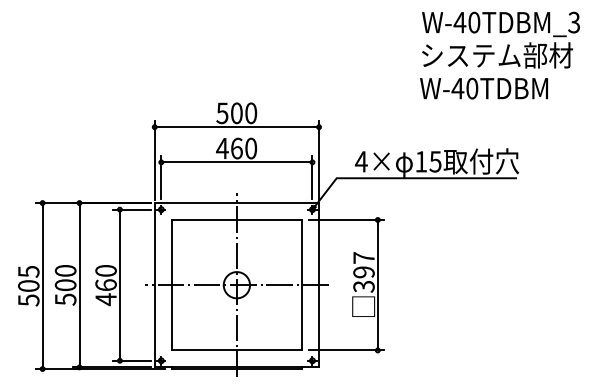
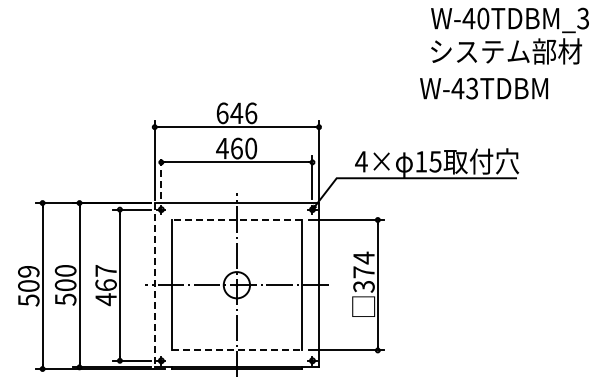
text at (500, 39) position: (500, 39) -> (509, 35)
text at (472, 88): W-40TDBM -> W-43TDBM
text at (236, 113): 500 -> 646
line at (161, 177): solid -> dashed
line at (236, 219): solid -> dashed
text at (363, 264): 397 -> 374
text at (105, 270): 460 -> 467
text at (28, 271): 505 -> 509
line at (154, 285): solid -> dashed
line at (237, 350): solid -> dashed
